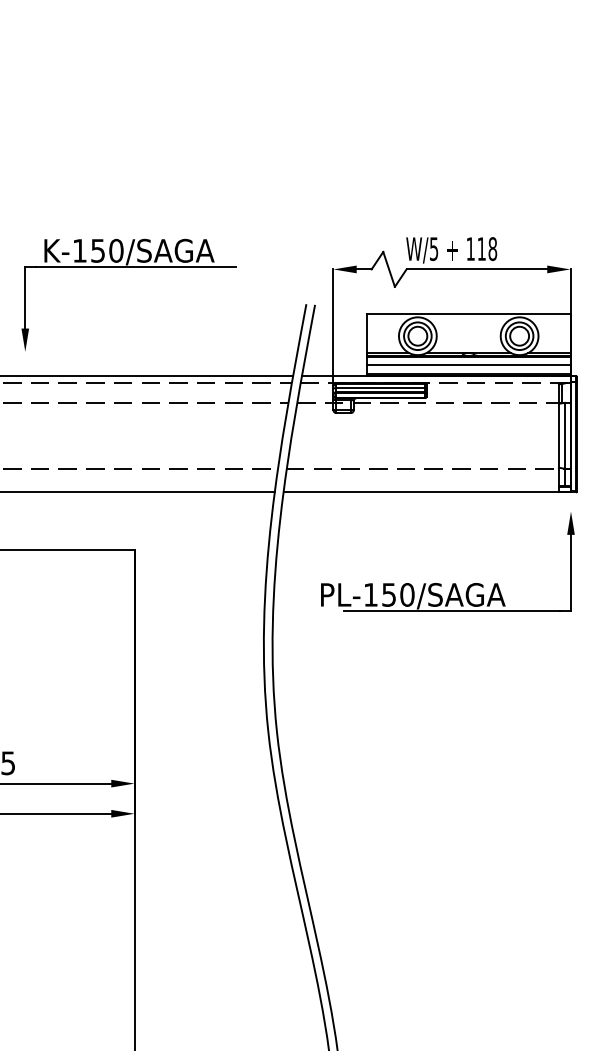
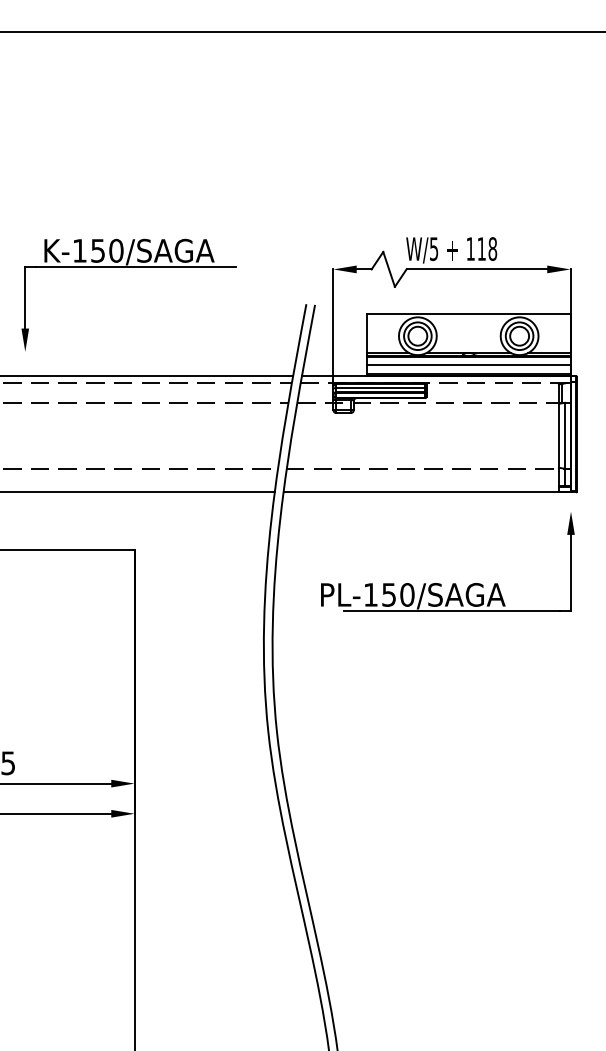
line at (302, 31): none -> present
